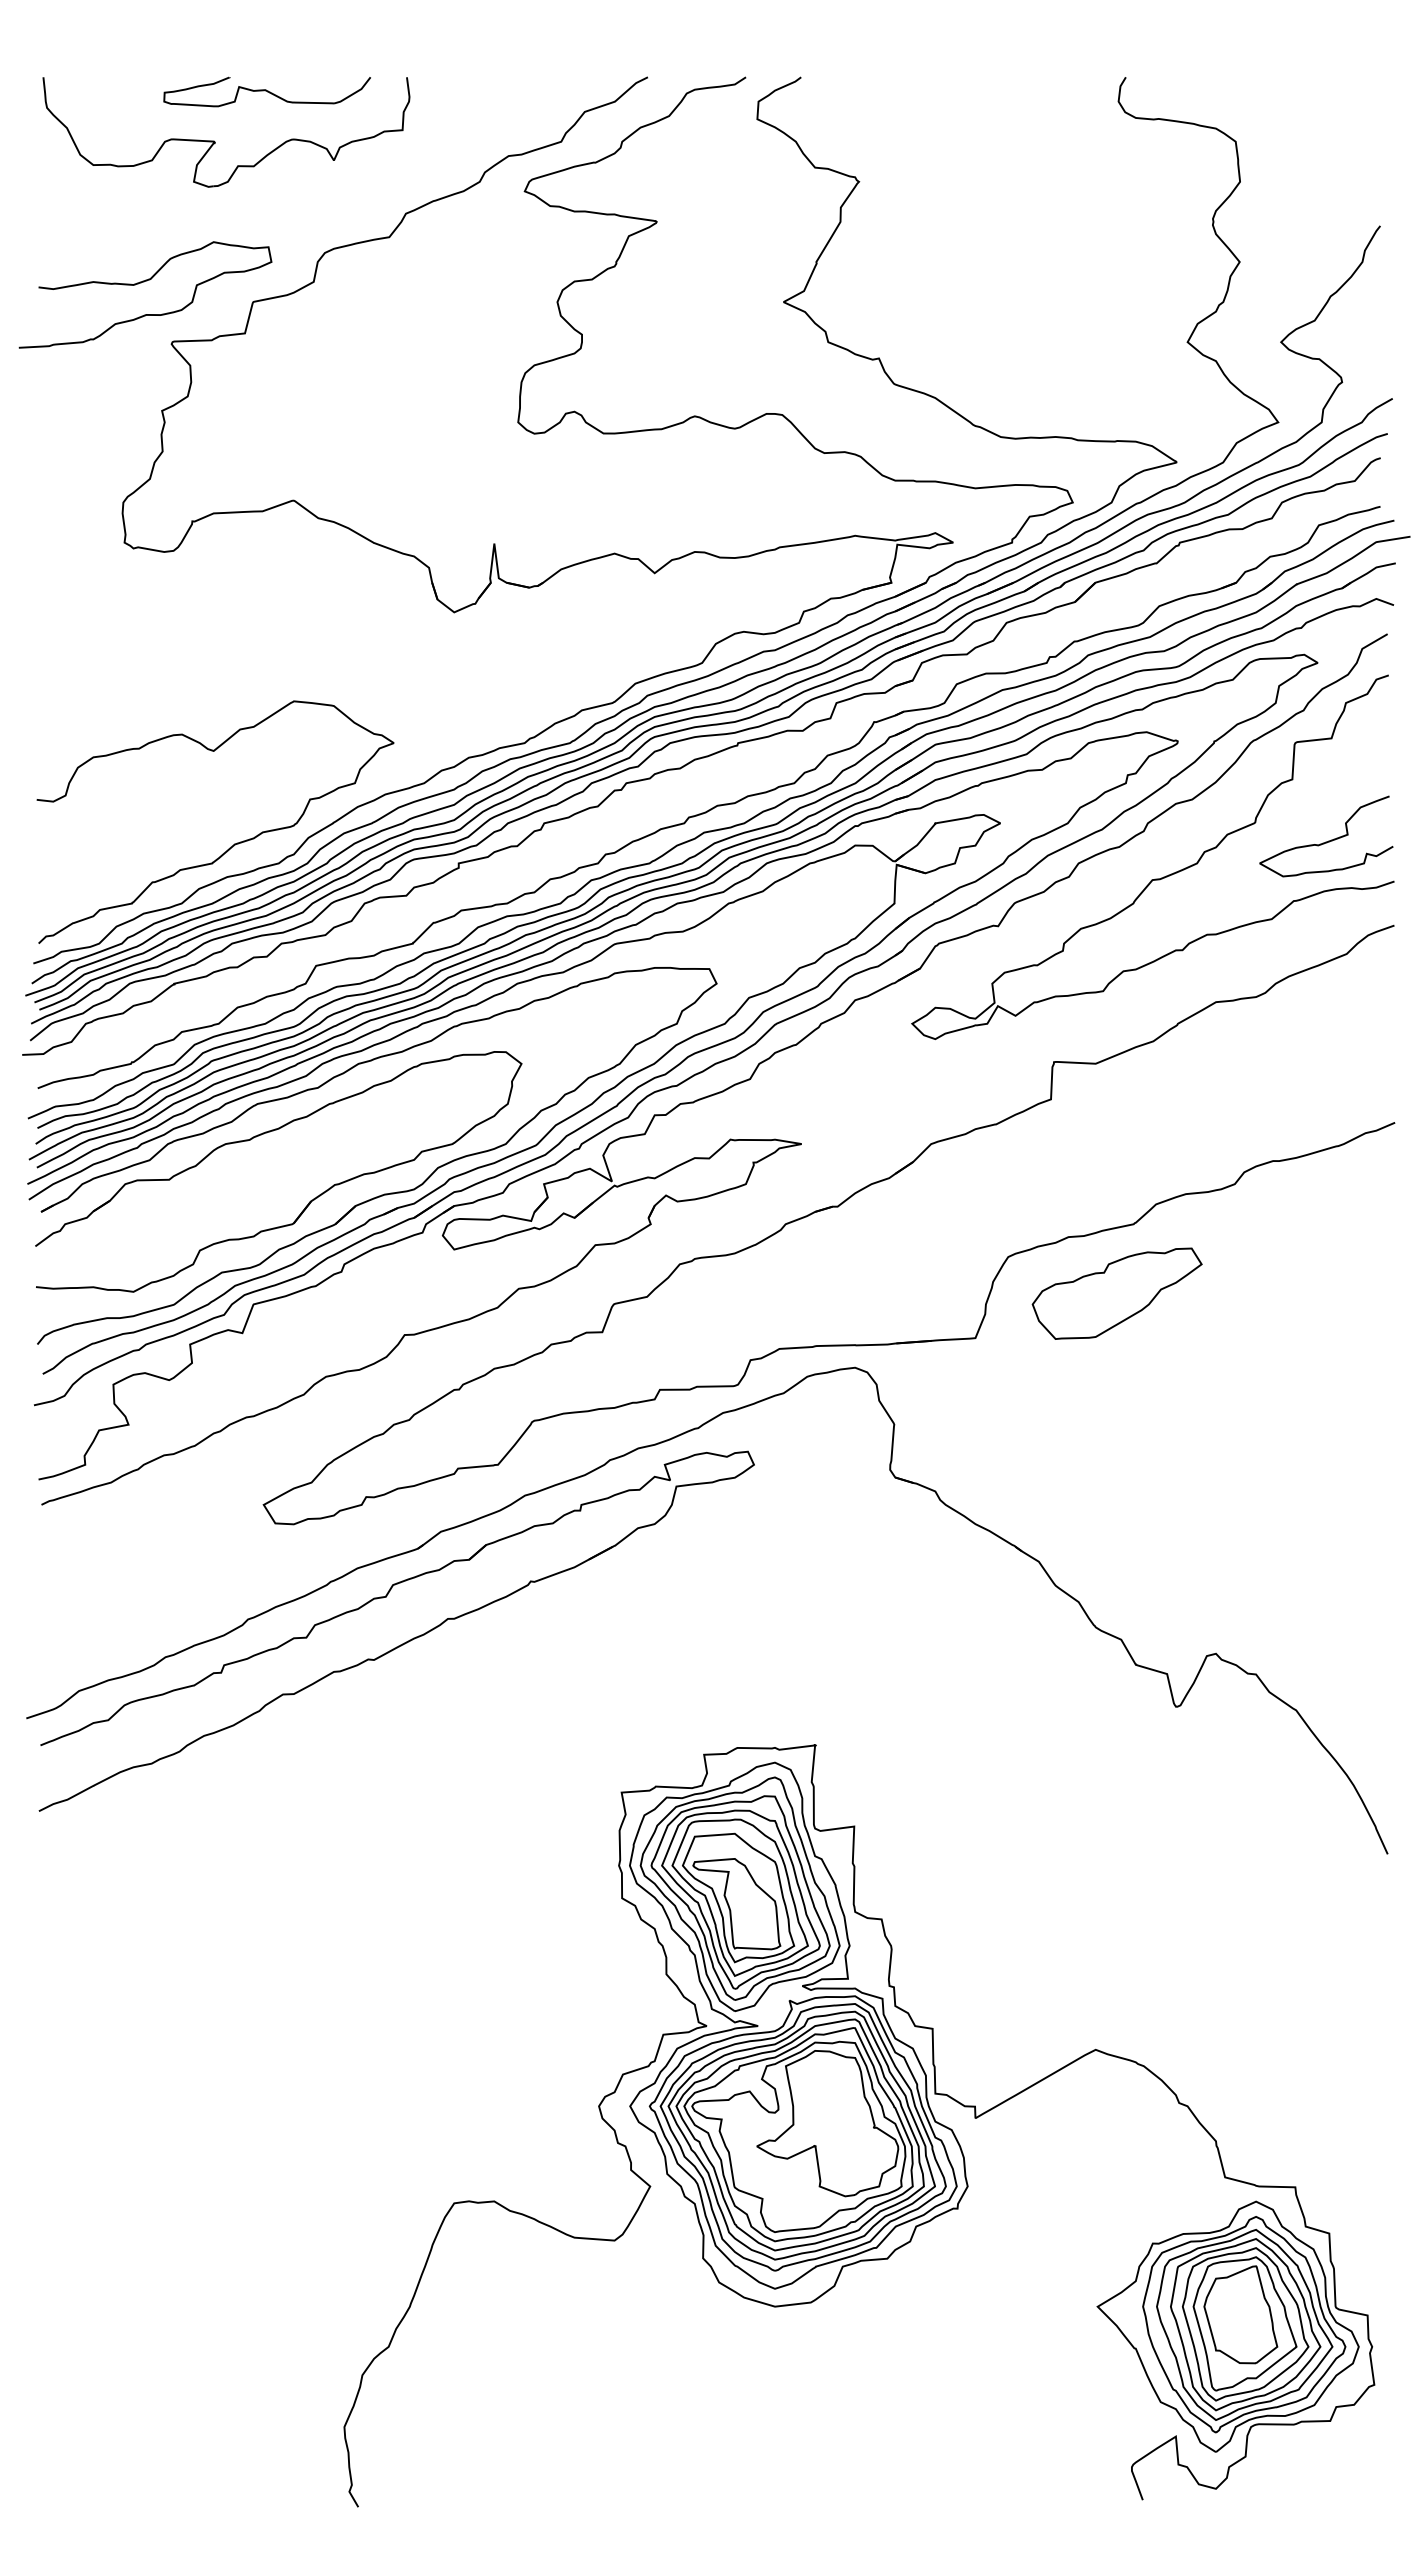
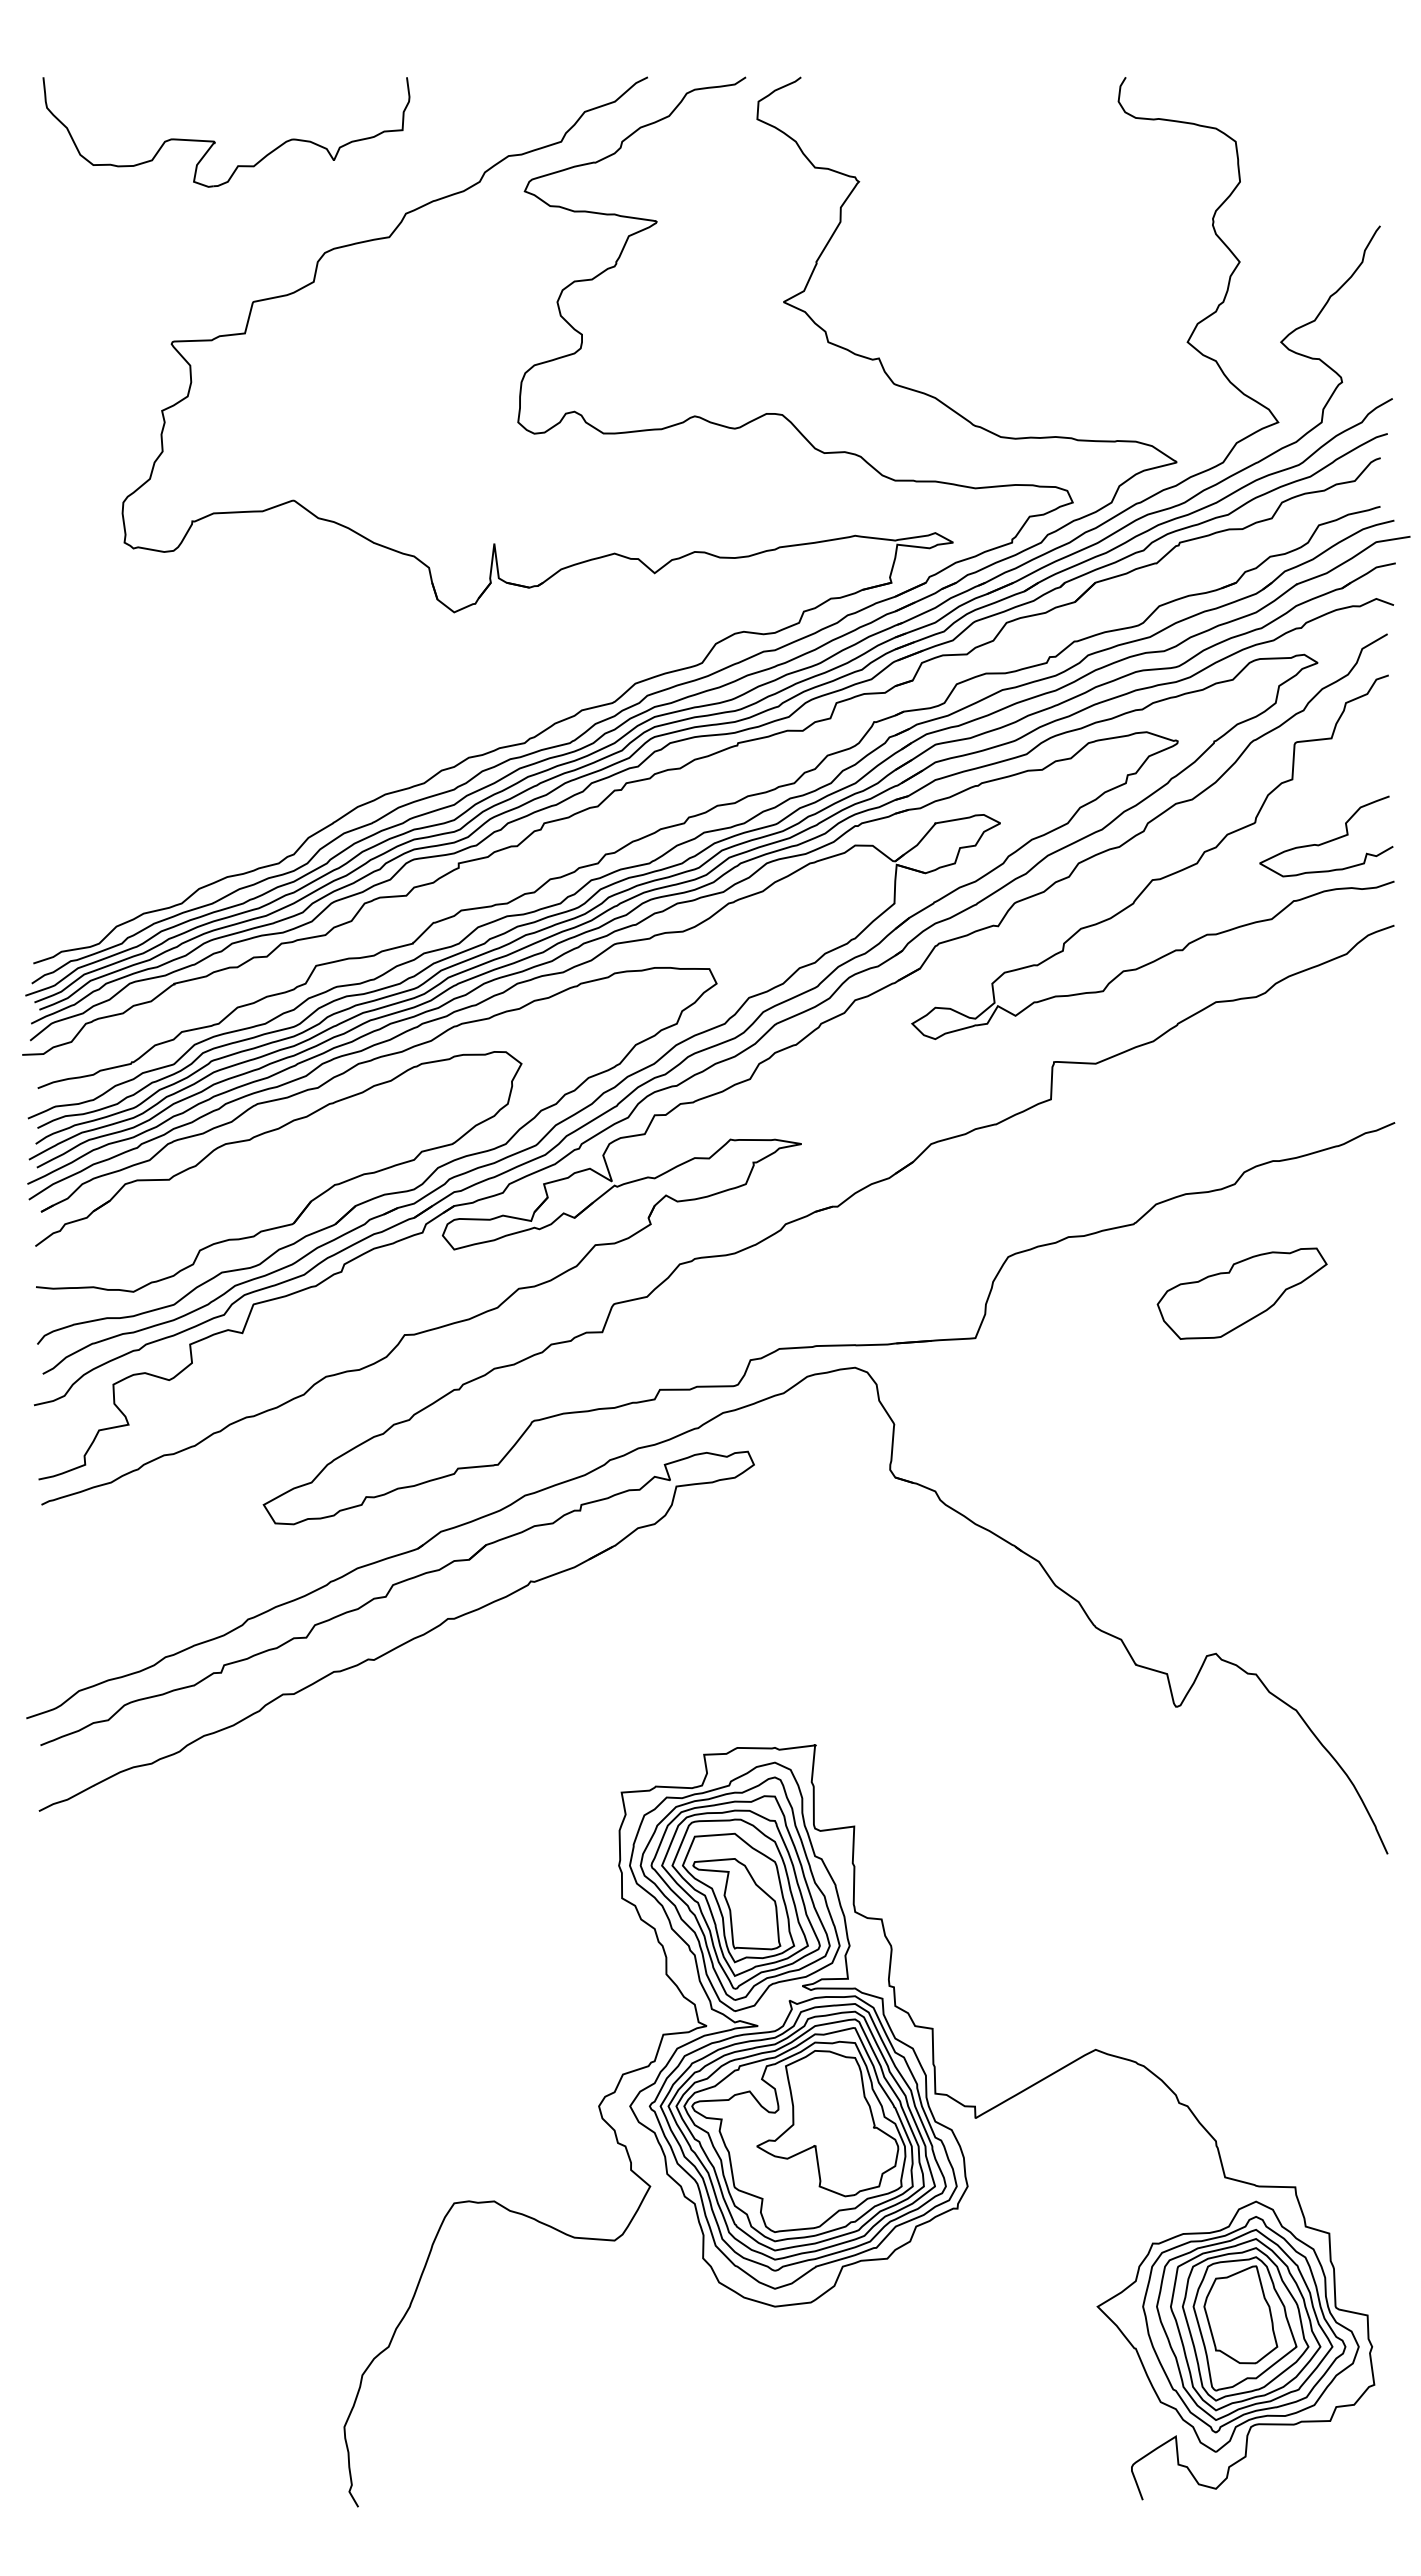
part at (266, 91): present -> none
curve at (141, 283): present -> none
curve at (234, 843): present -> none
part at (1116, 1293) position: (1116, 1293) -> (1241, 1293)
